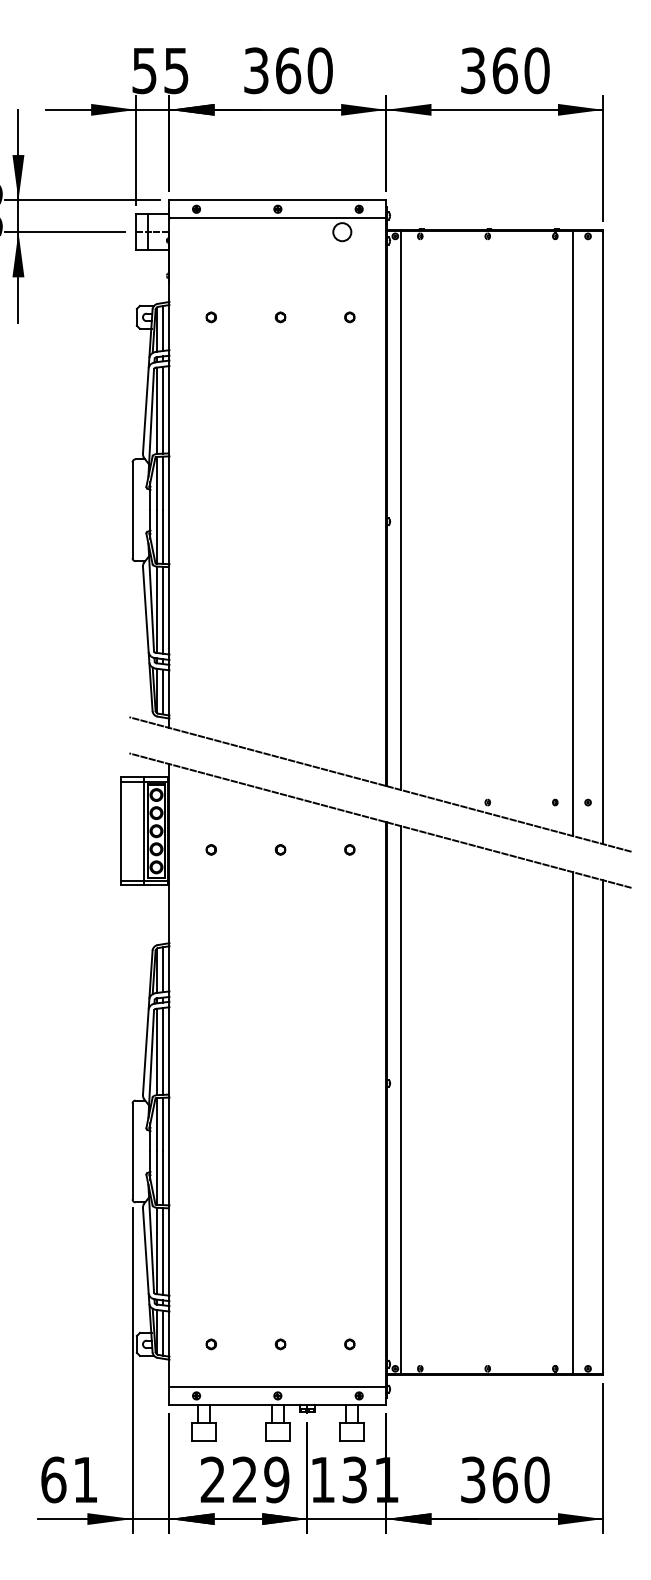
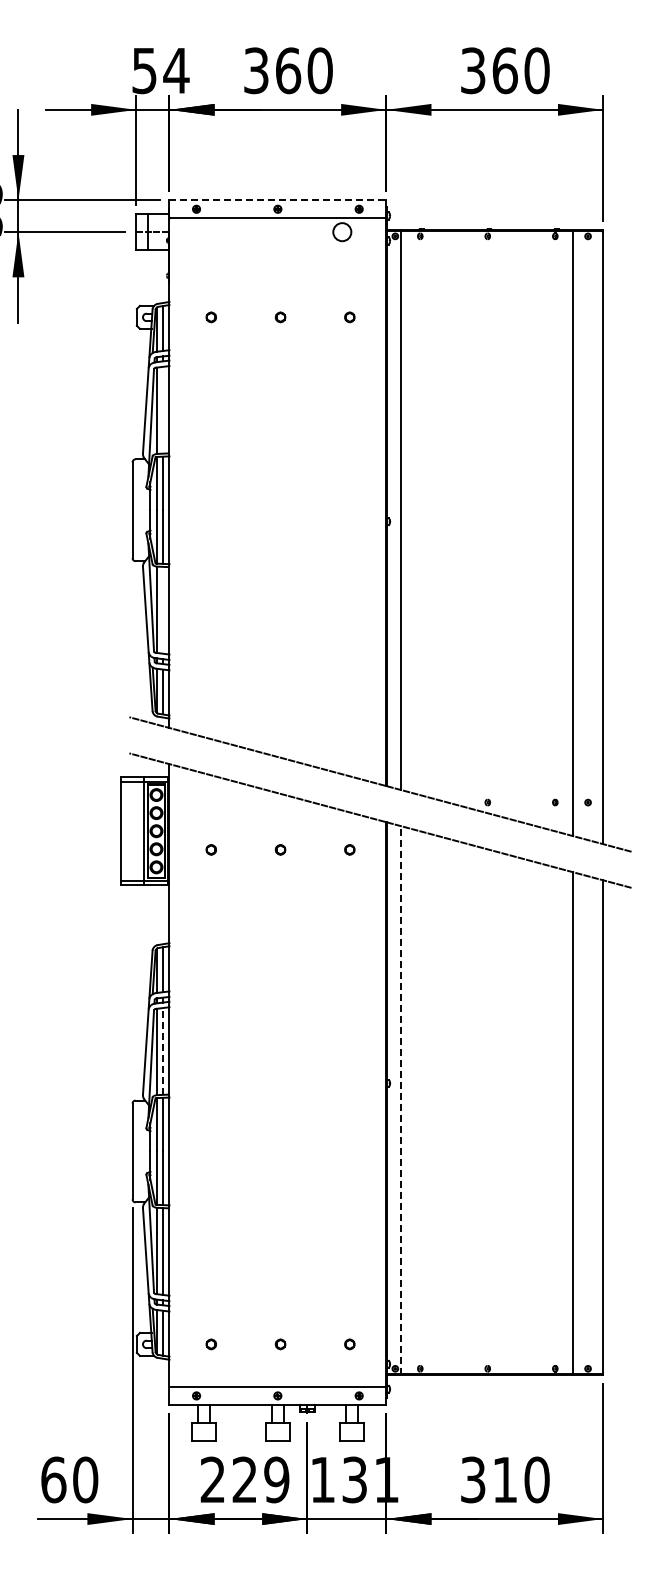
text at (176, 71): 55 -> 54
line at (278, 200): solid -> dashed
line at (163, 409): present -> none
line at (163, 609): present -> none
line at (163, 1050): solid -> dashed
line at (401, 1100): solid -> dashed
text at (85, 1479): 61 -> 60
text at (504, 1479): 360 -> 310
